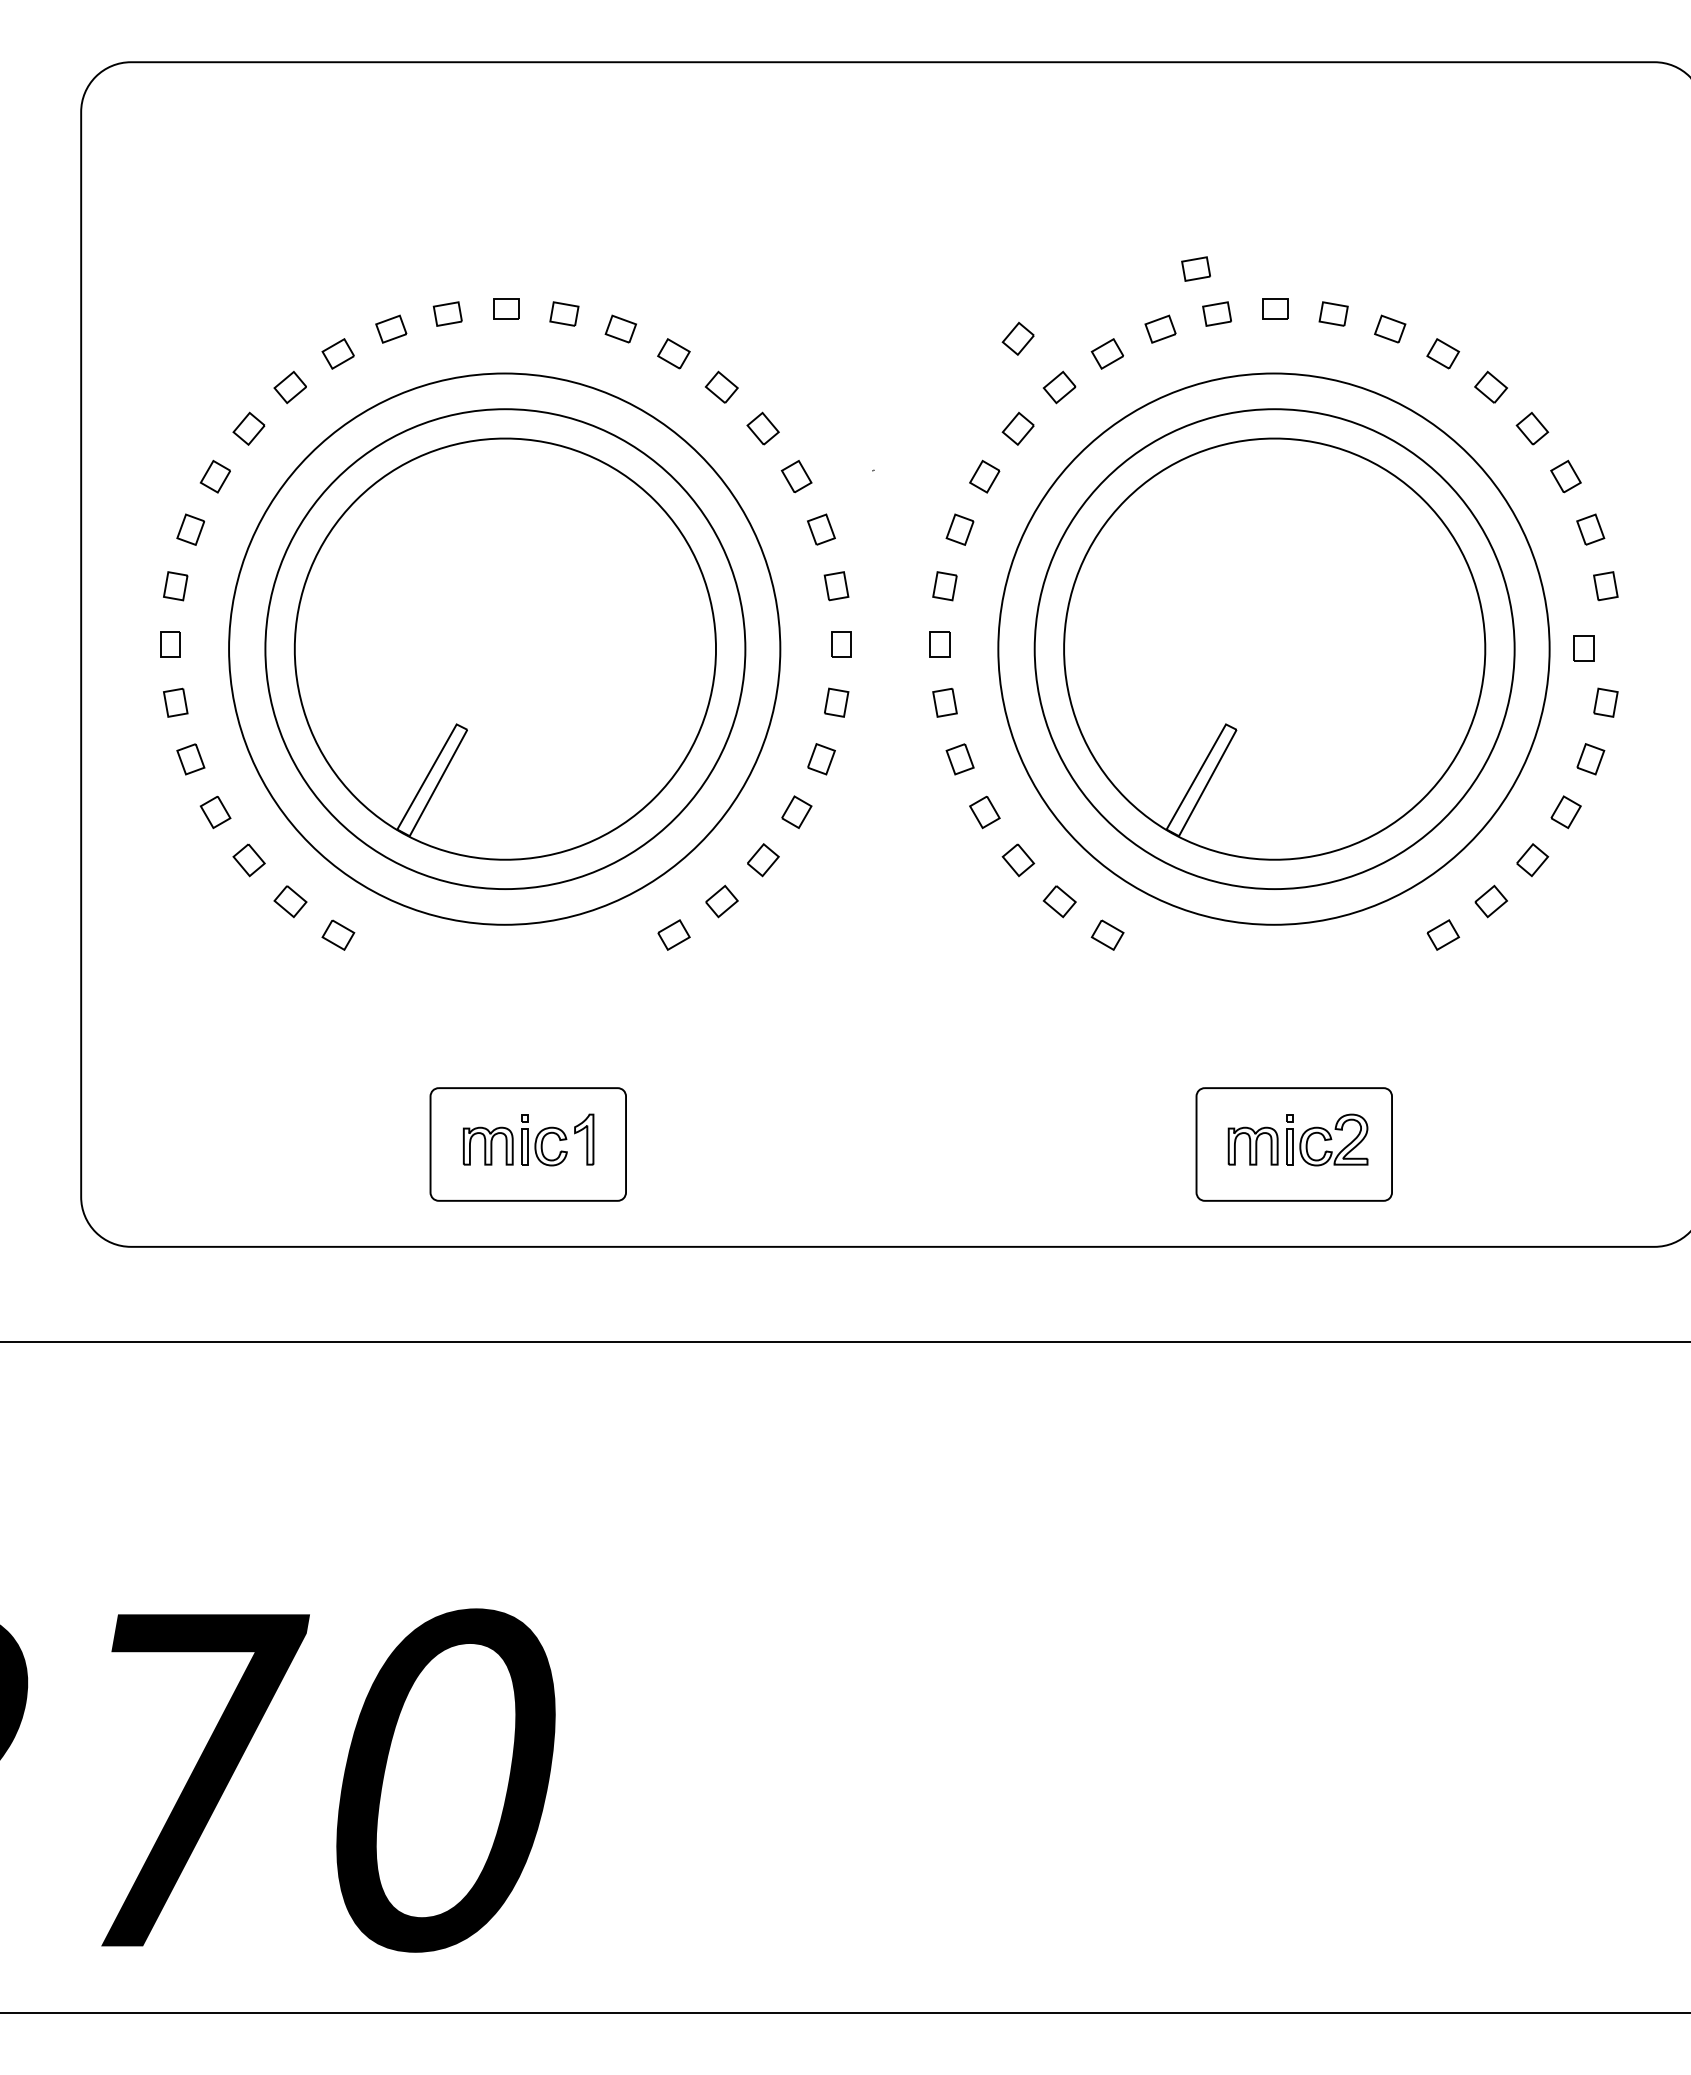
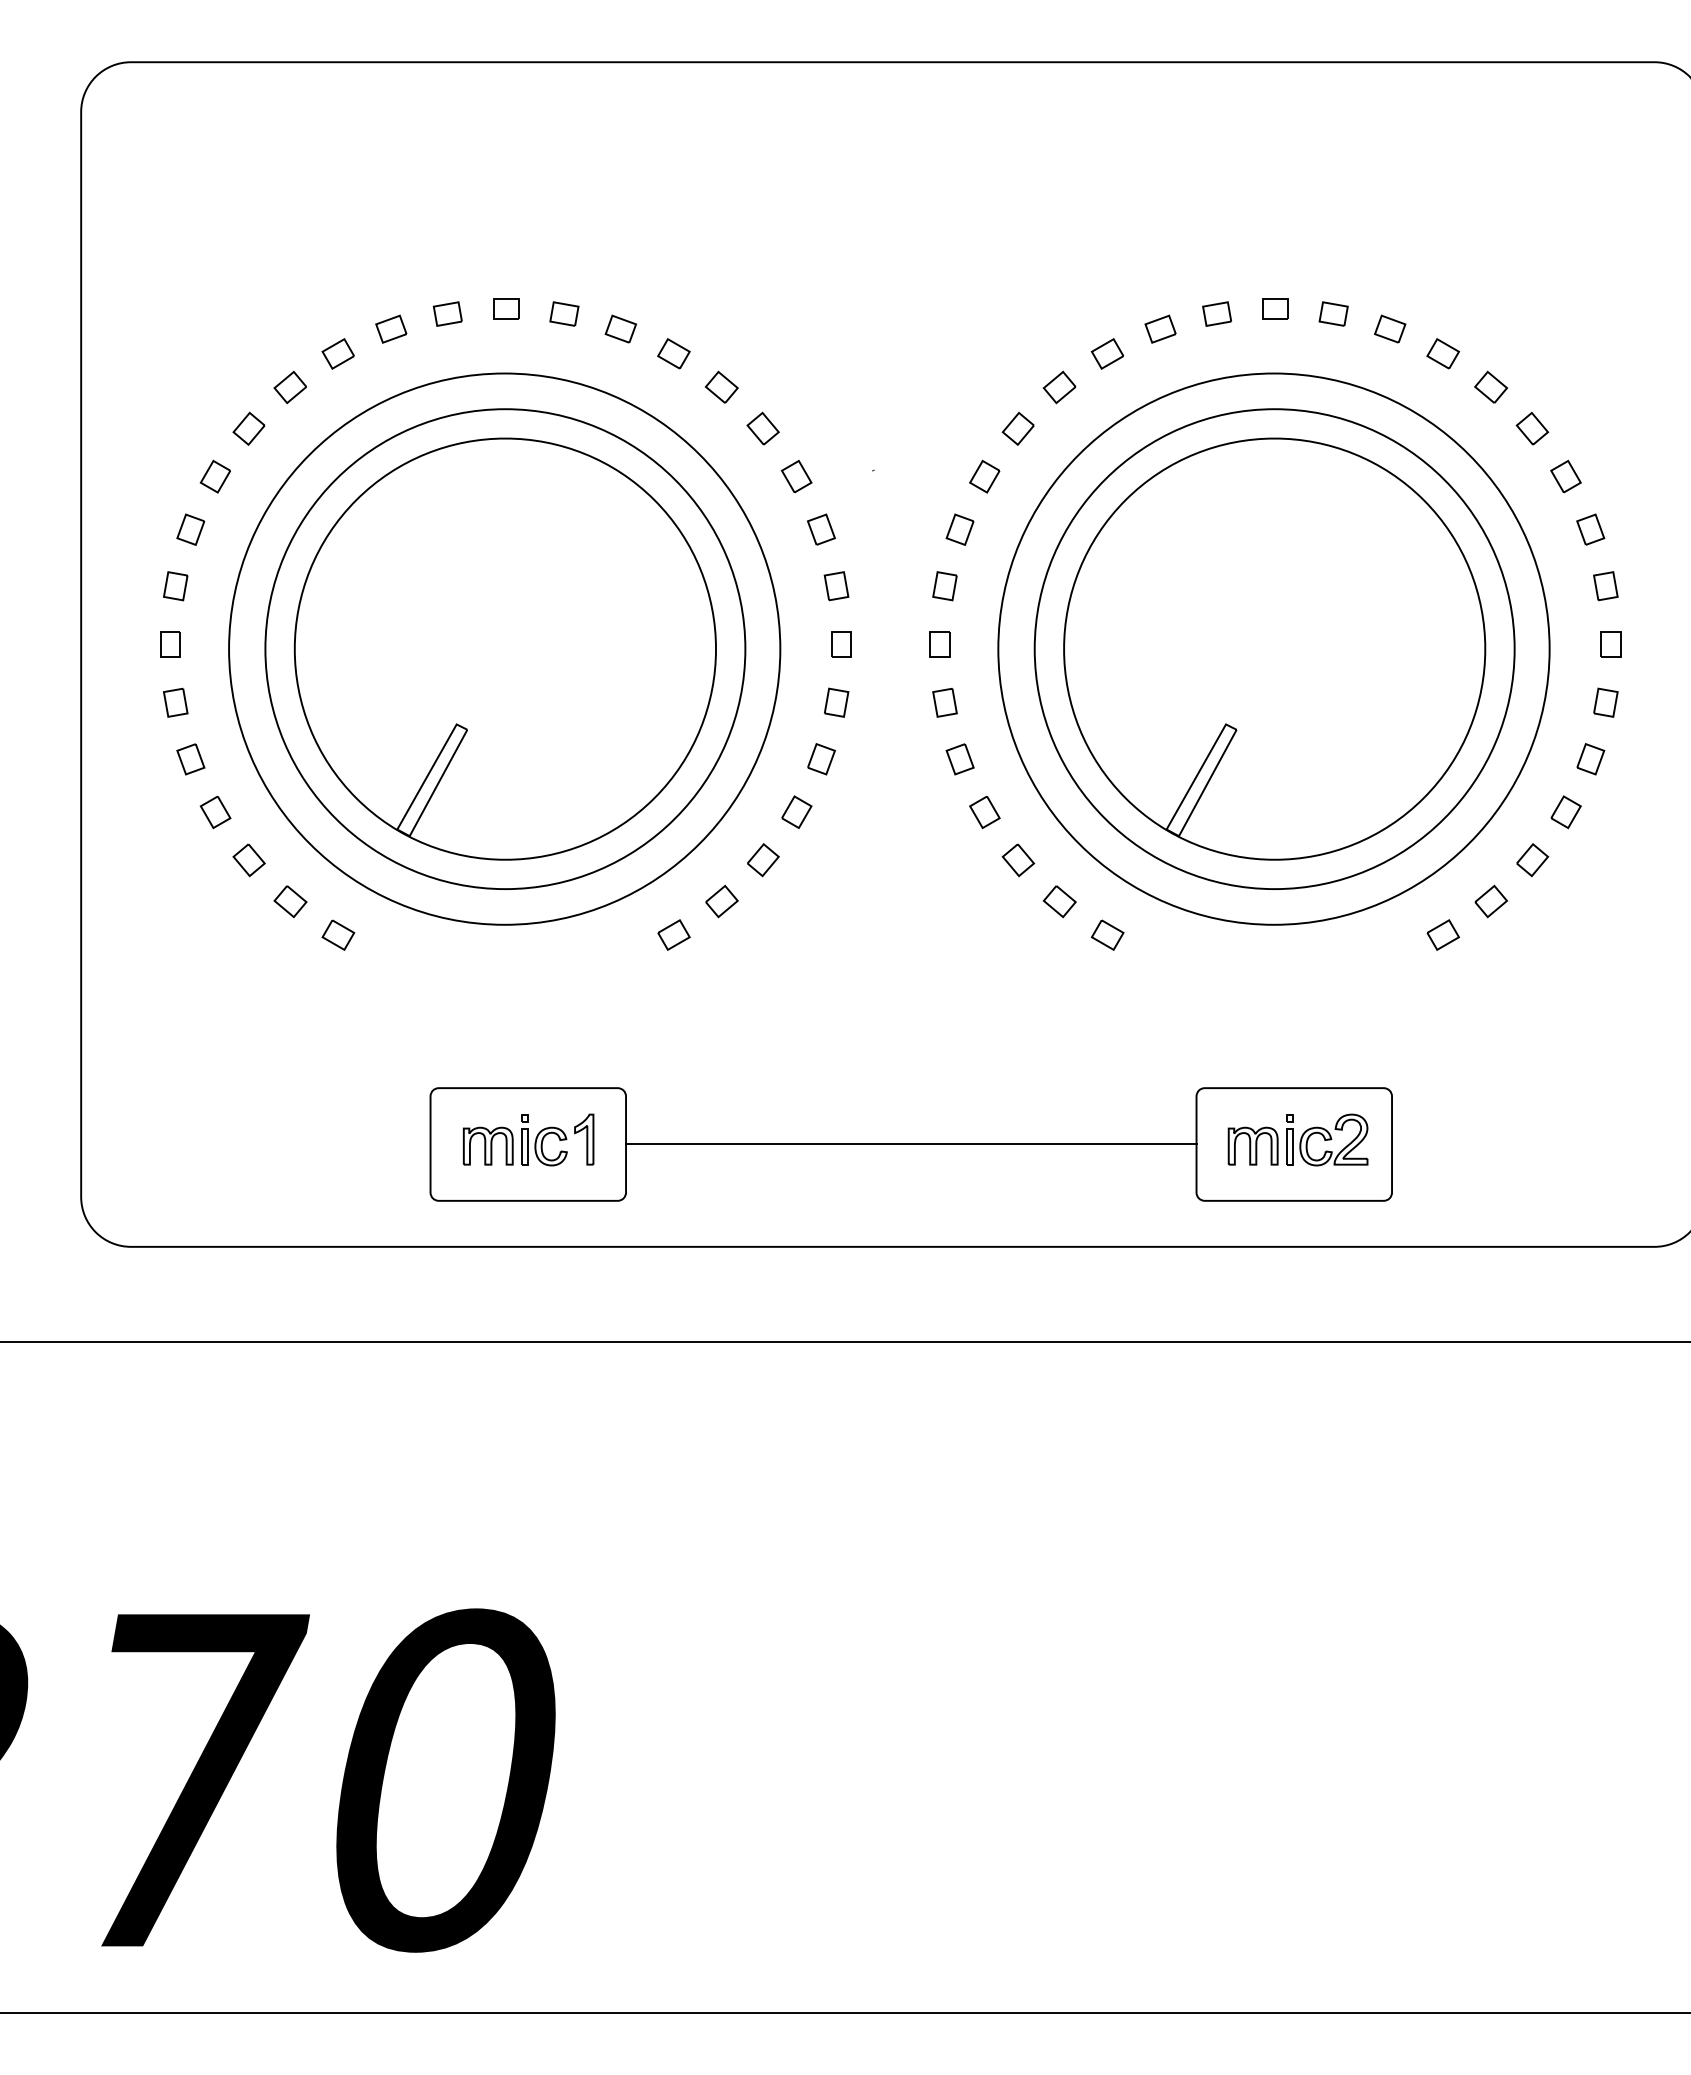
part at (1195, 268): present -> none
part at (1017, 338): present -> none
part at (1583, 648) position: (1583, 648) -> (1610, 644)
line at (911, 1144): none -> present
